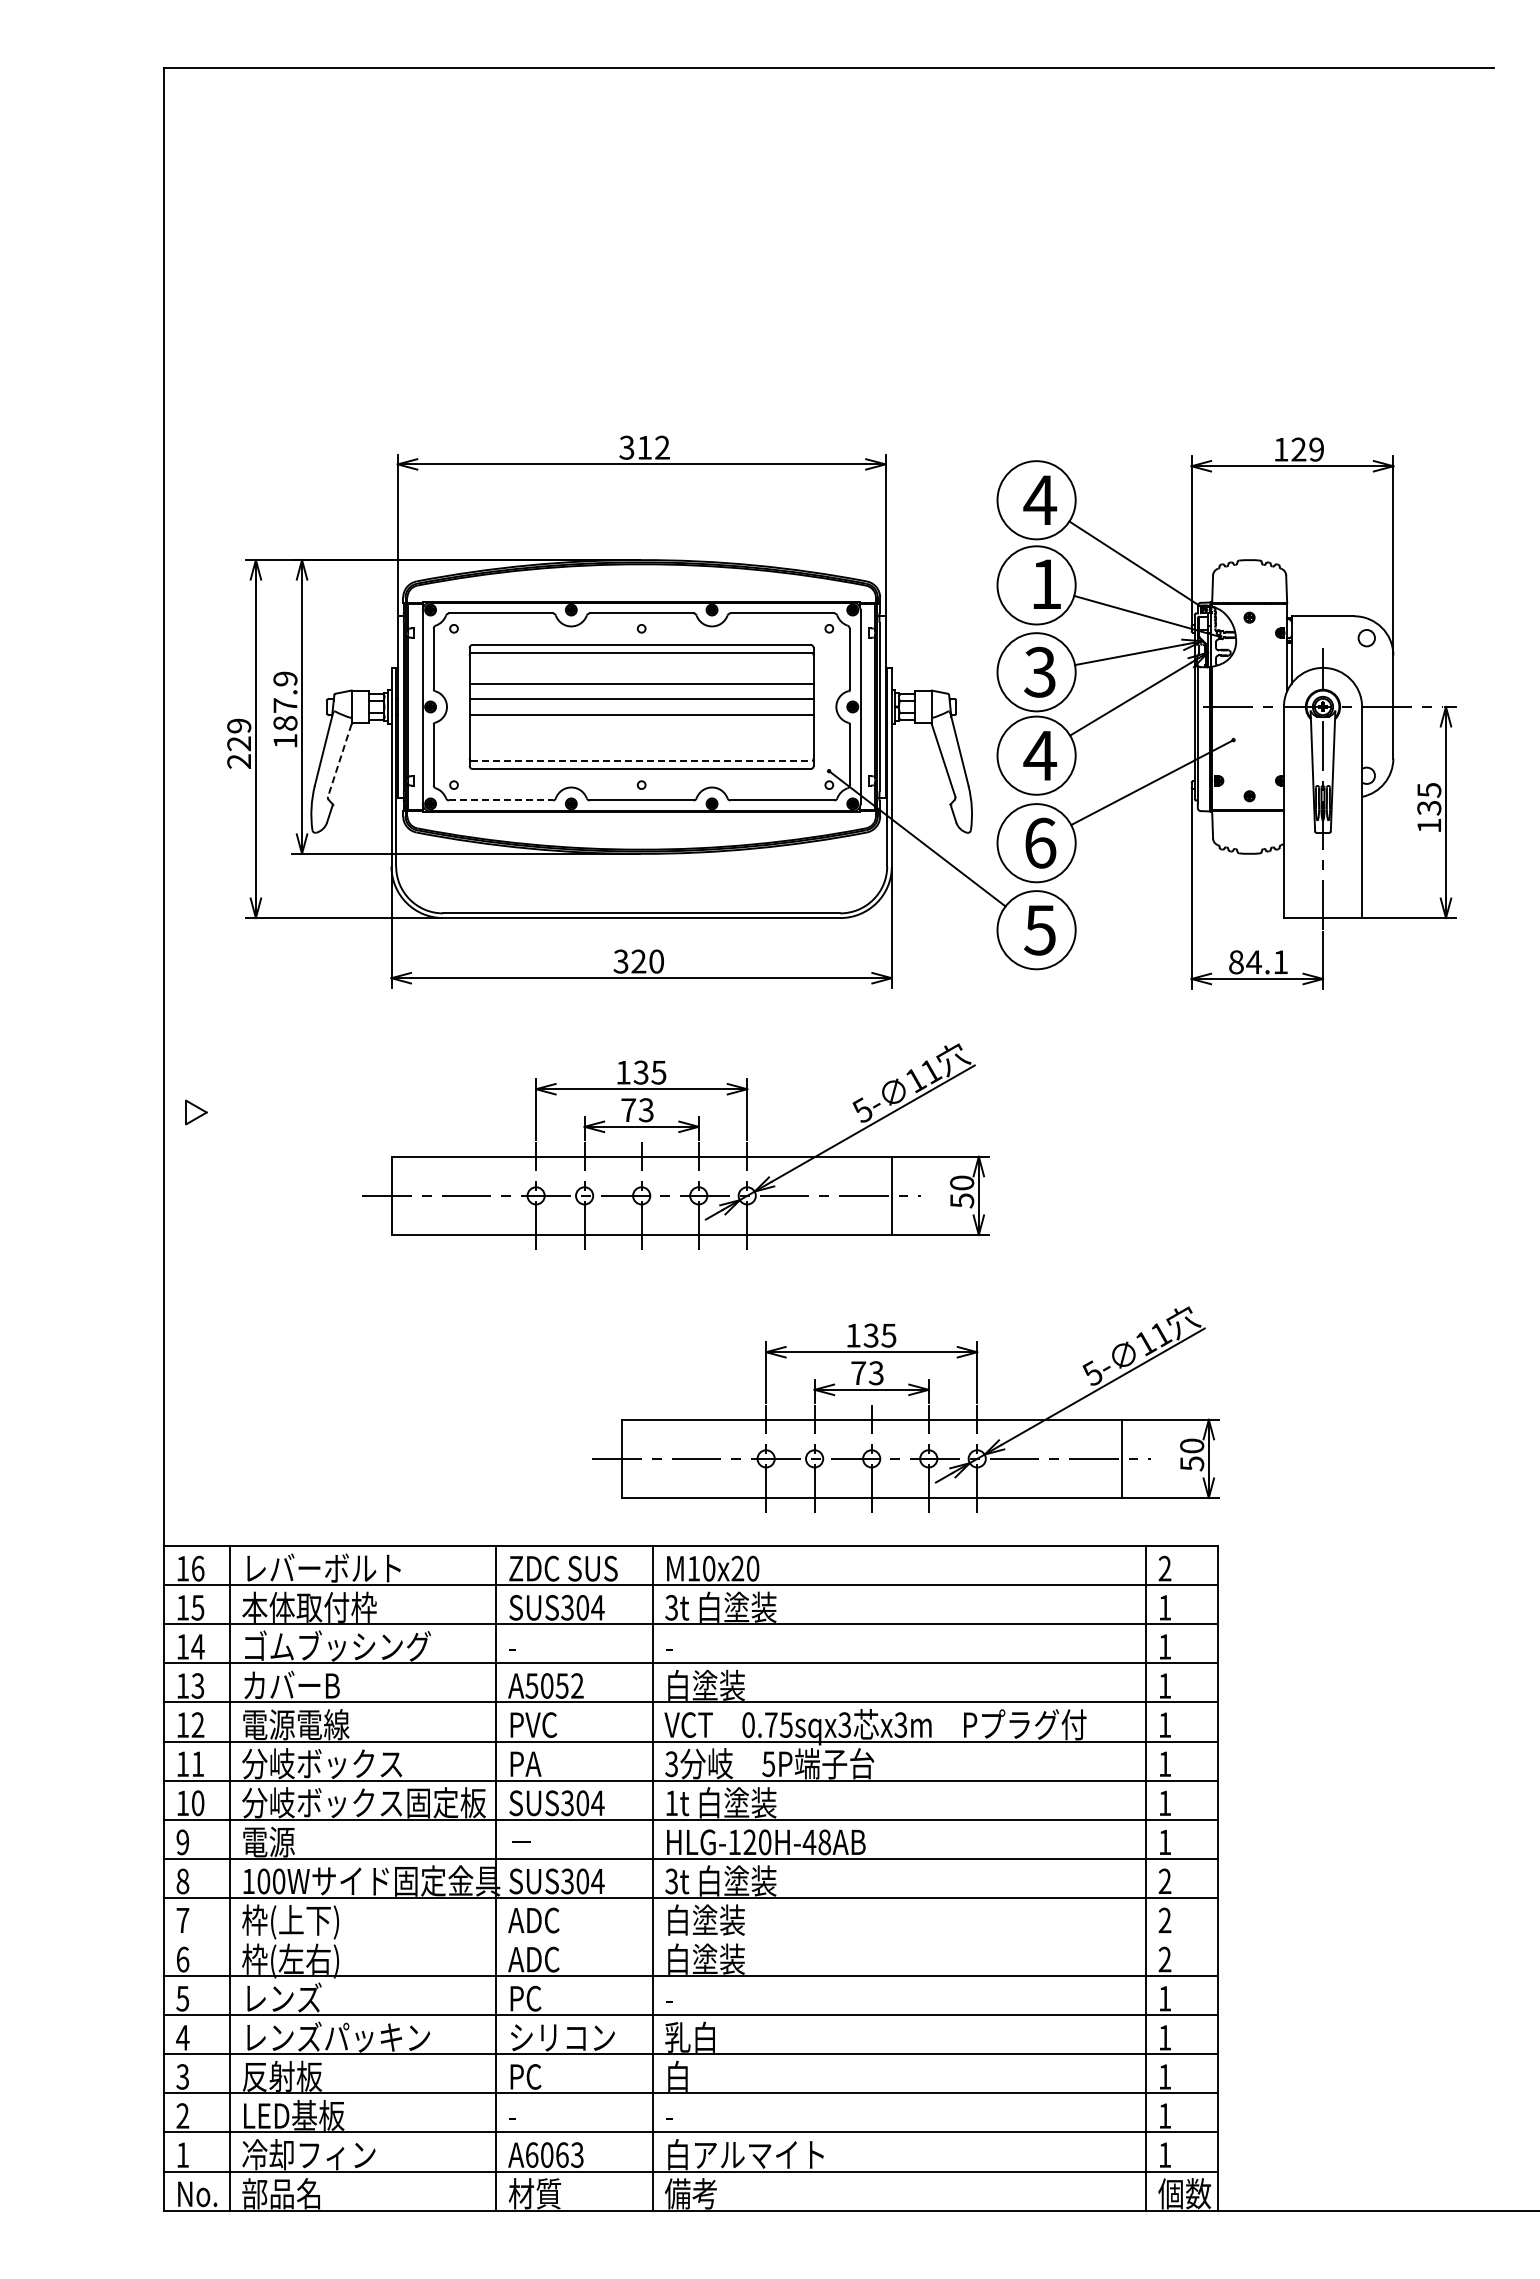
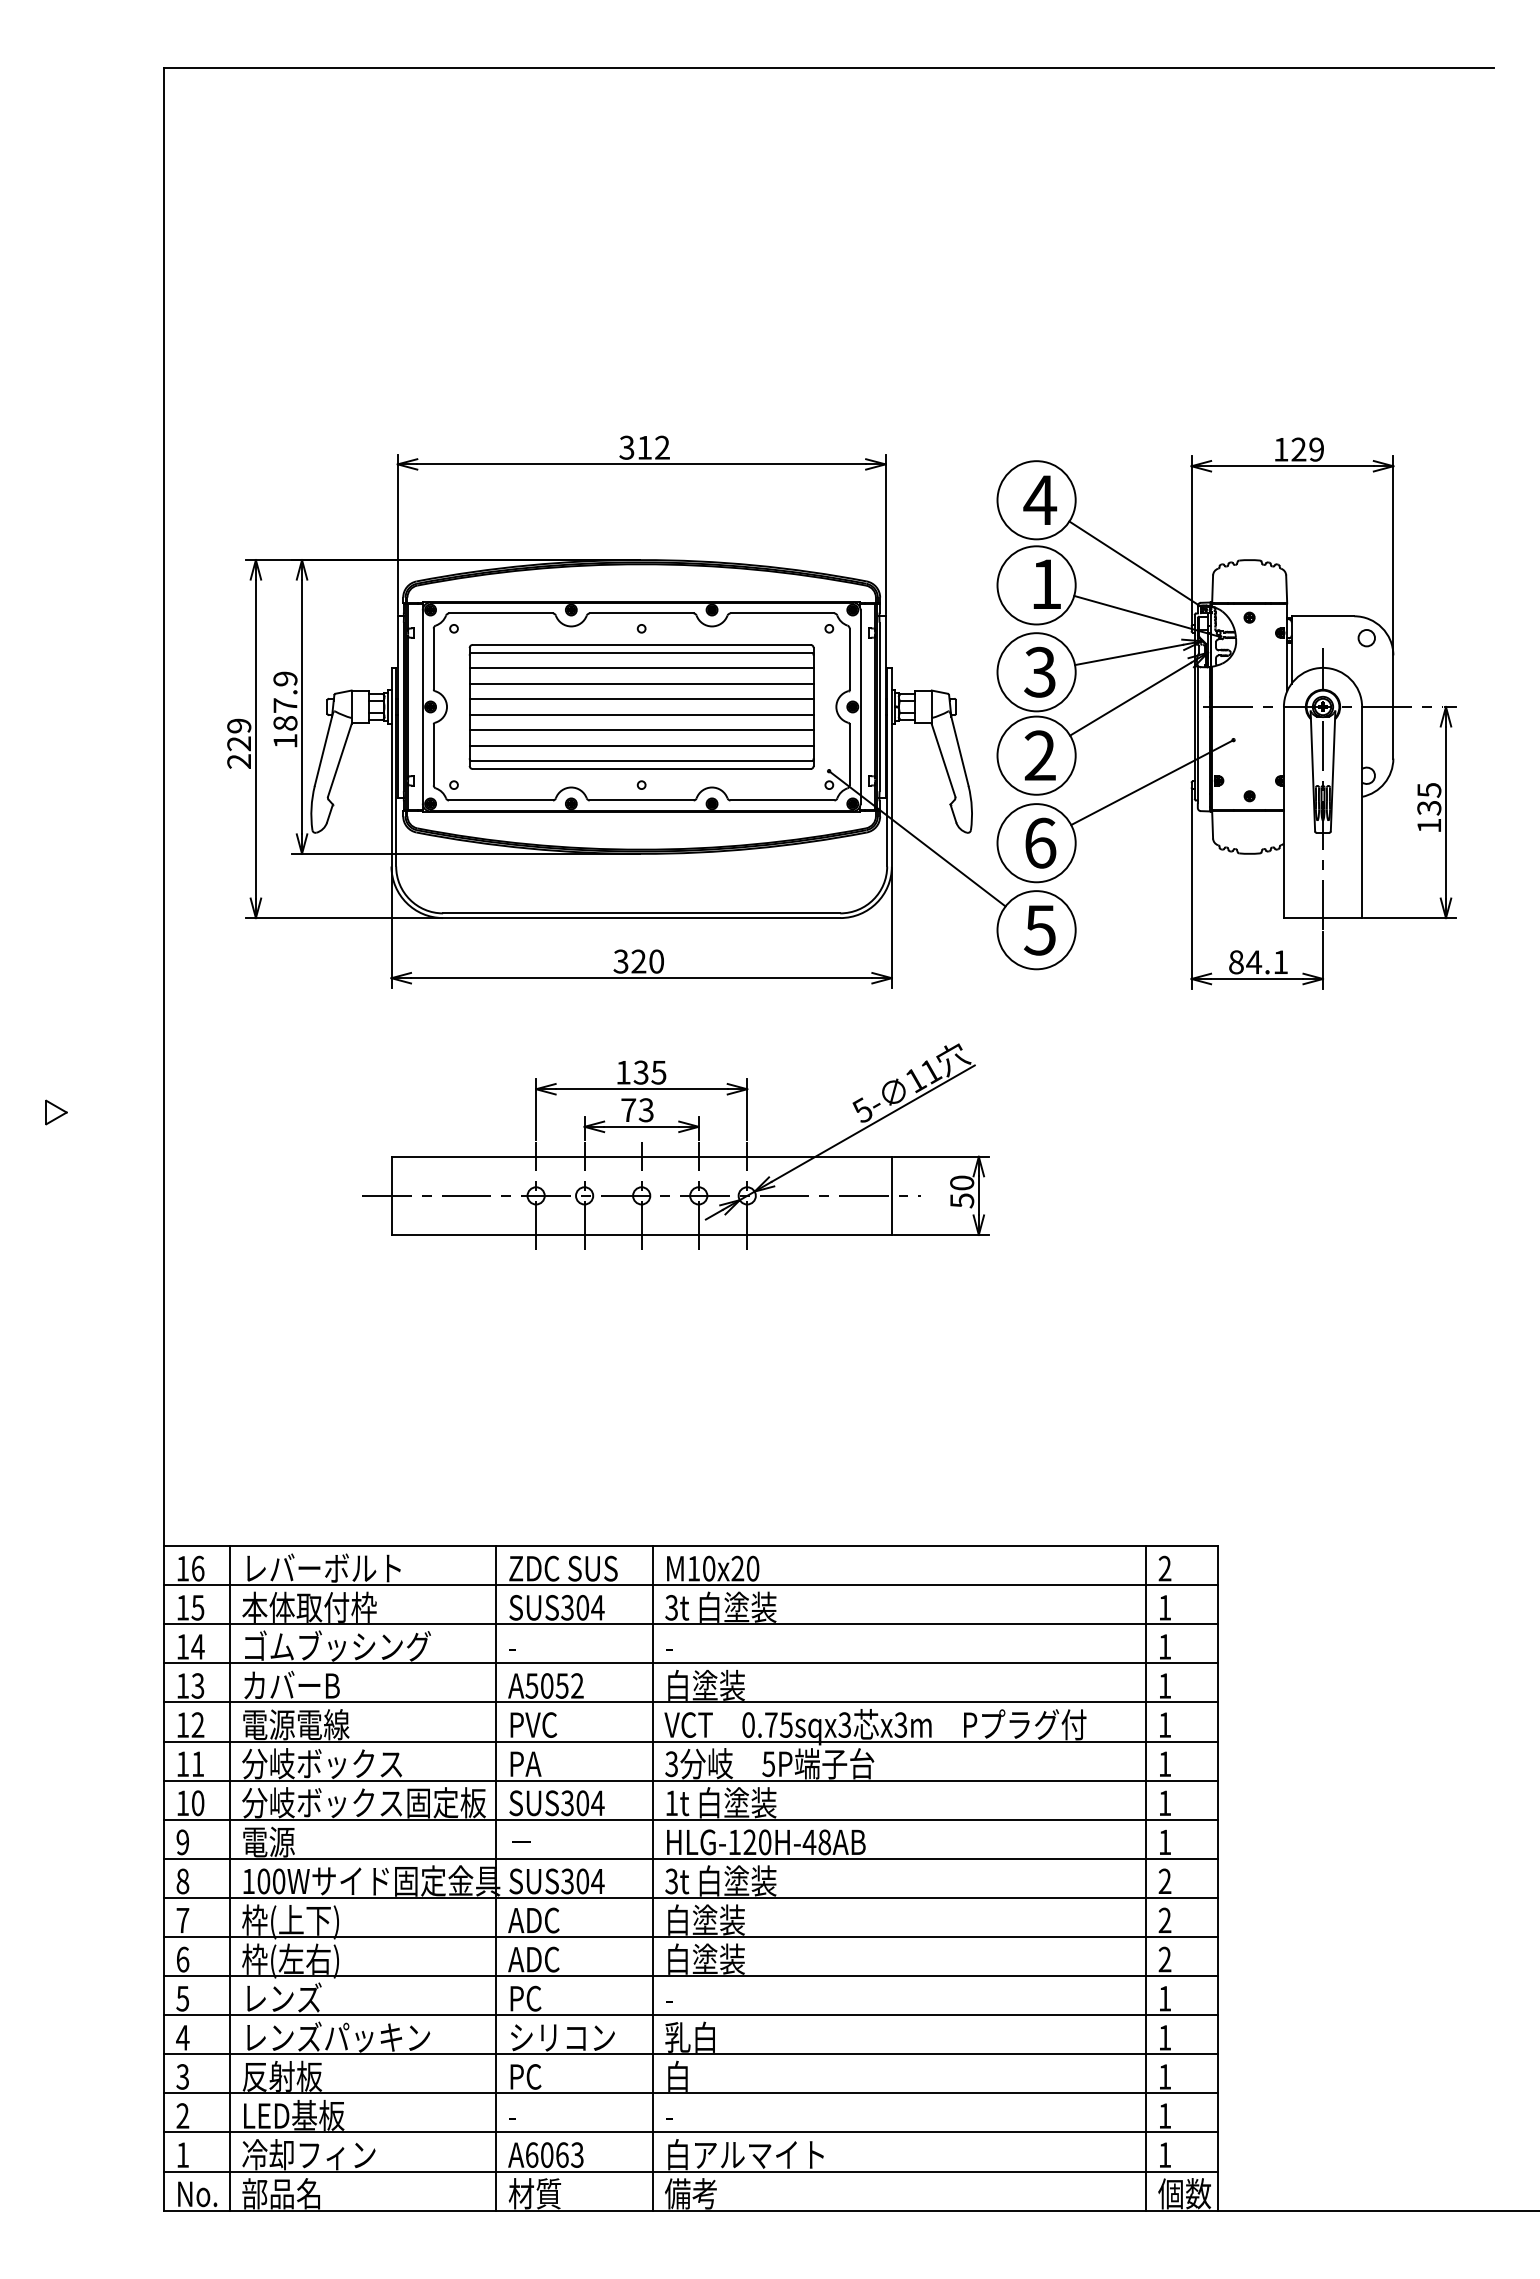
line at (641, 668): none -> present
line at (641, 730): none -> present
line at (641, 745): none -> present
text at (1040, 755): 4 -> 2
line at (339, 760): dashed -> solid
line at (642, 761): dashed -> solid
line at (501, 800): dashed -> solid
part at (196, 1112) position: (196, 1112) -> (56, 1112)
part at (905, 1419): present -> none
line at (690, 1937): none -> present
